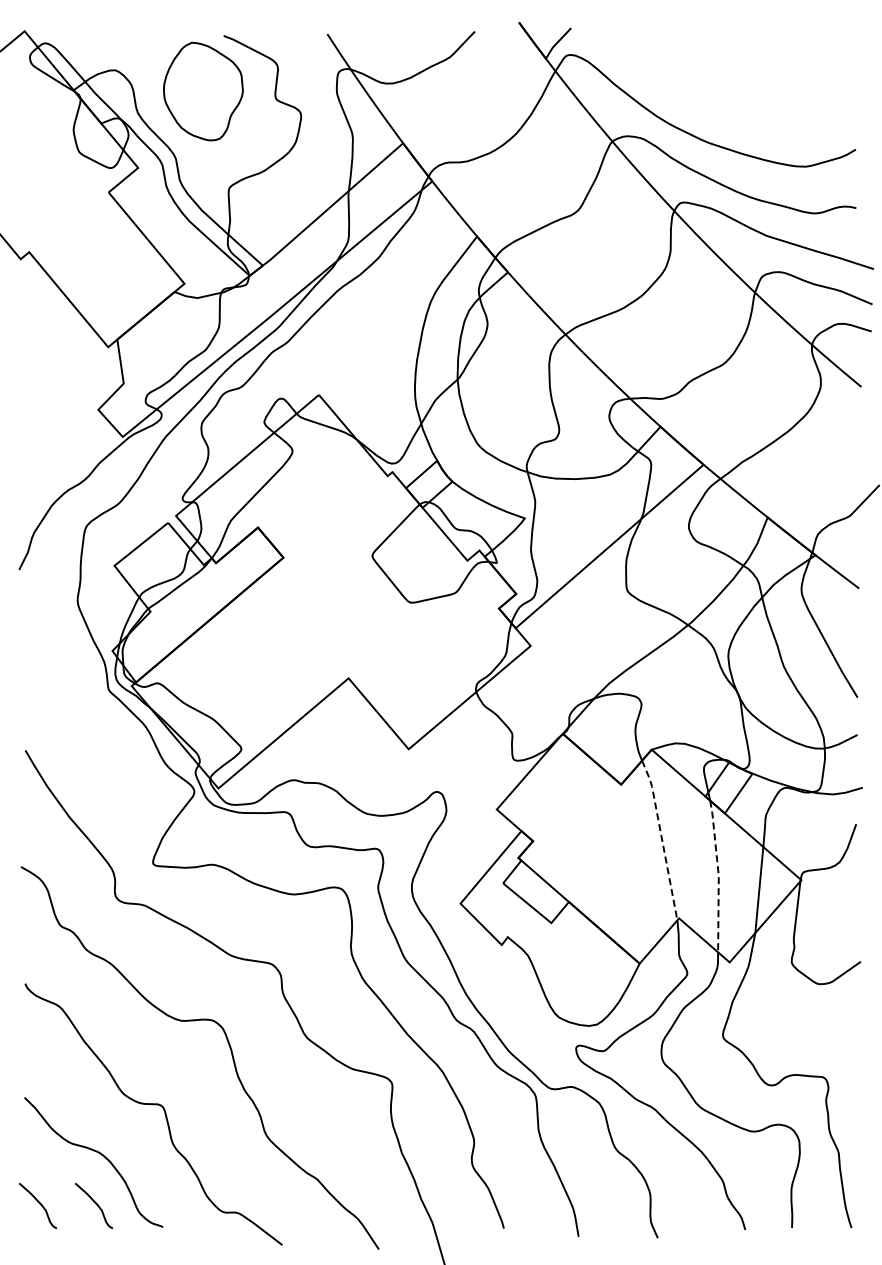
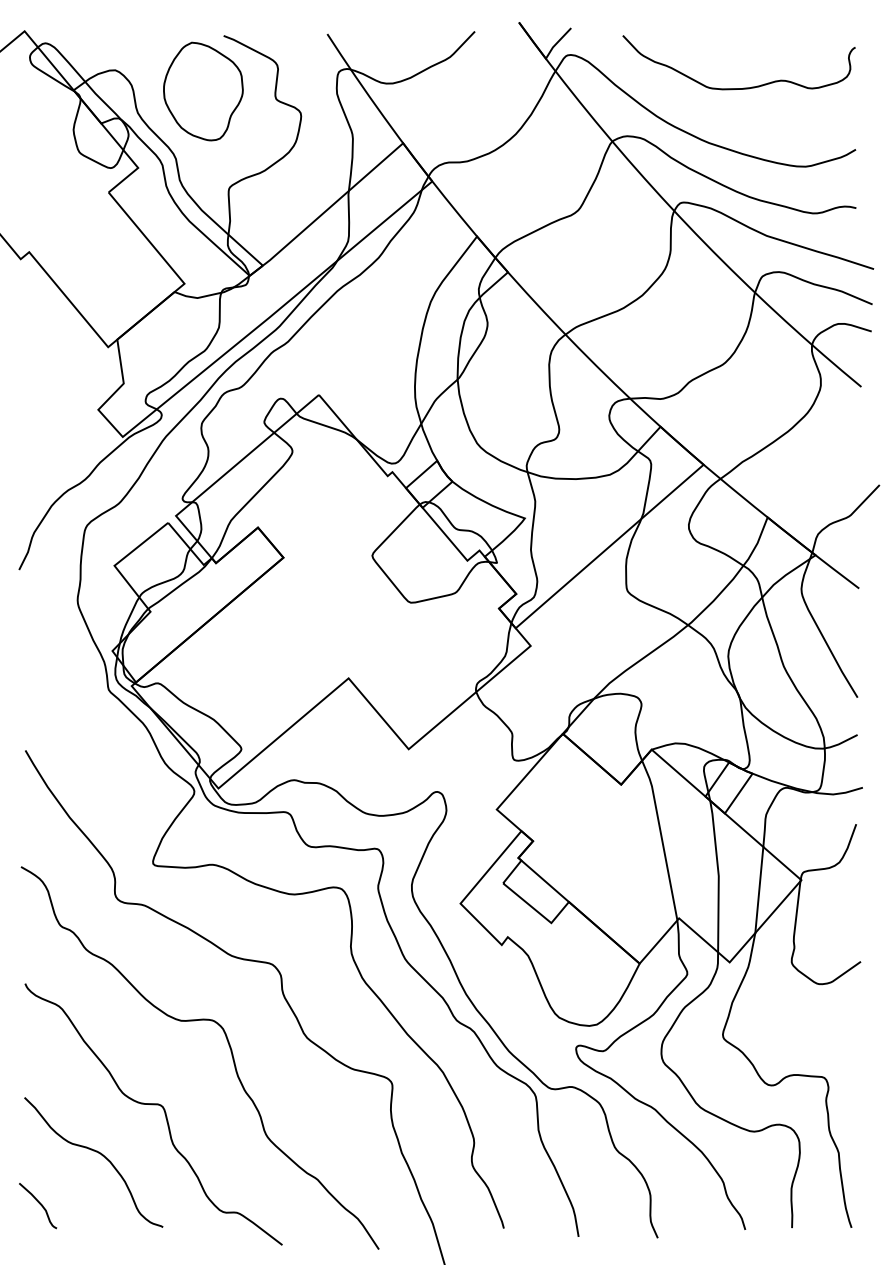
curve at (743, 87): none -> present
line at (661, 838): dashed -> solid
line at (718, 876): dashed -> solid
curve at (95, 1204): present -> none
